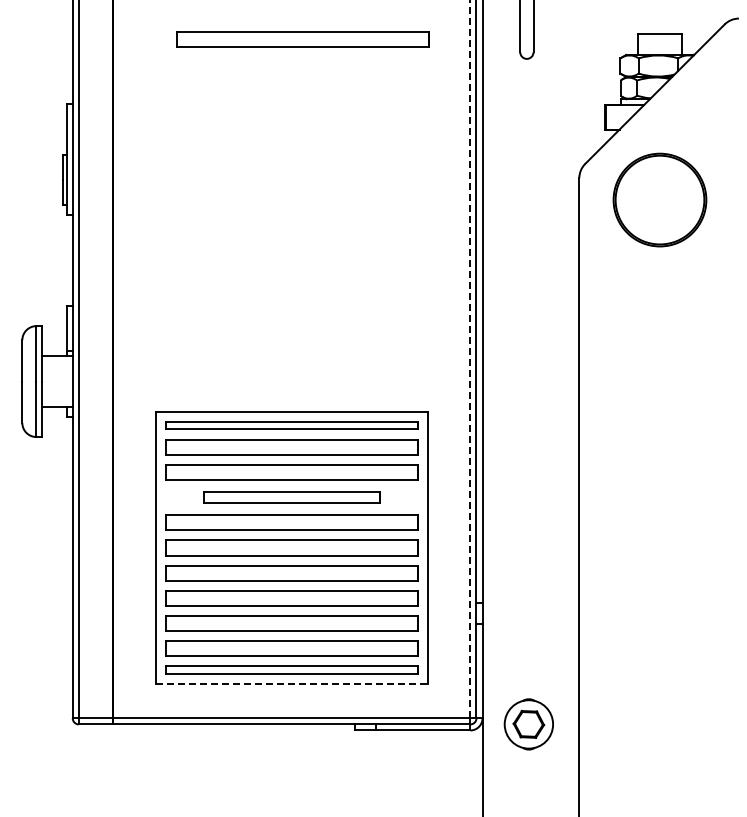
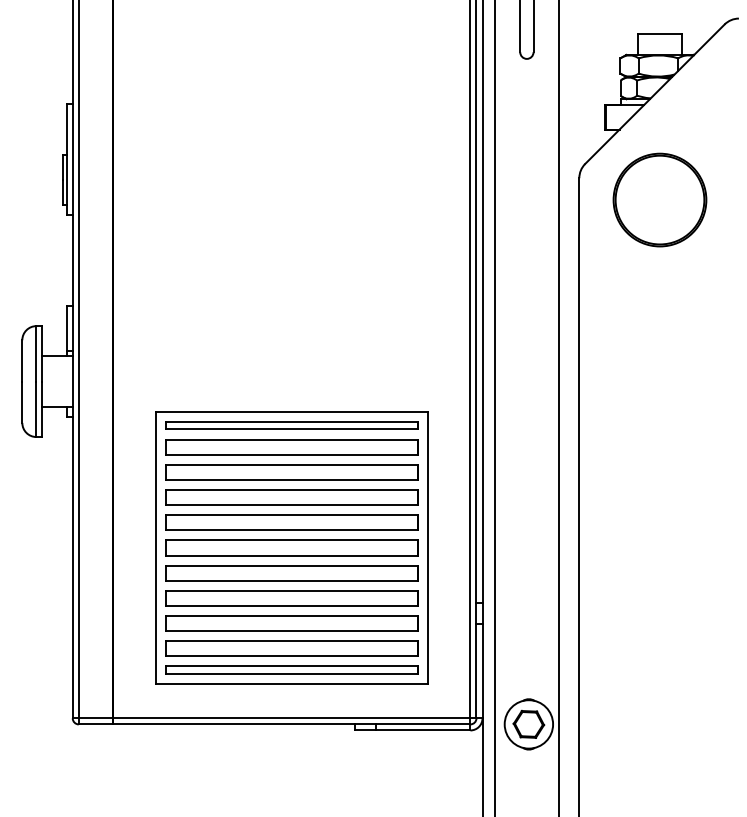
part at (302, 39): present -> none
line at (470, 359): dashed -> solid
line at (494, 407): none -> present
line at (559, 407): none -> present
part at (291, 497) size: 178x13 px -> 254x17 px
line at (292, 684): dashed -> solid
